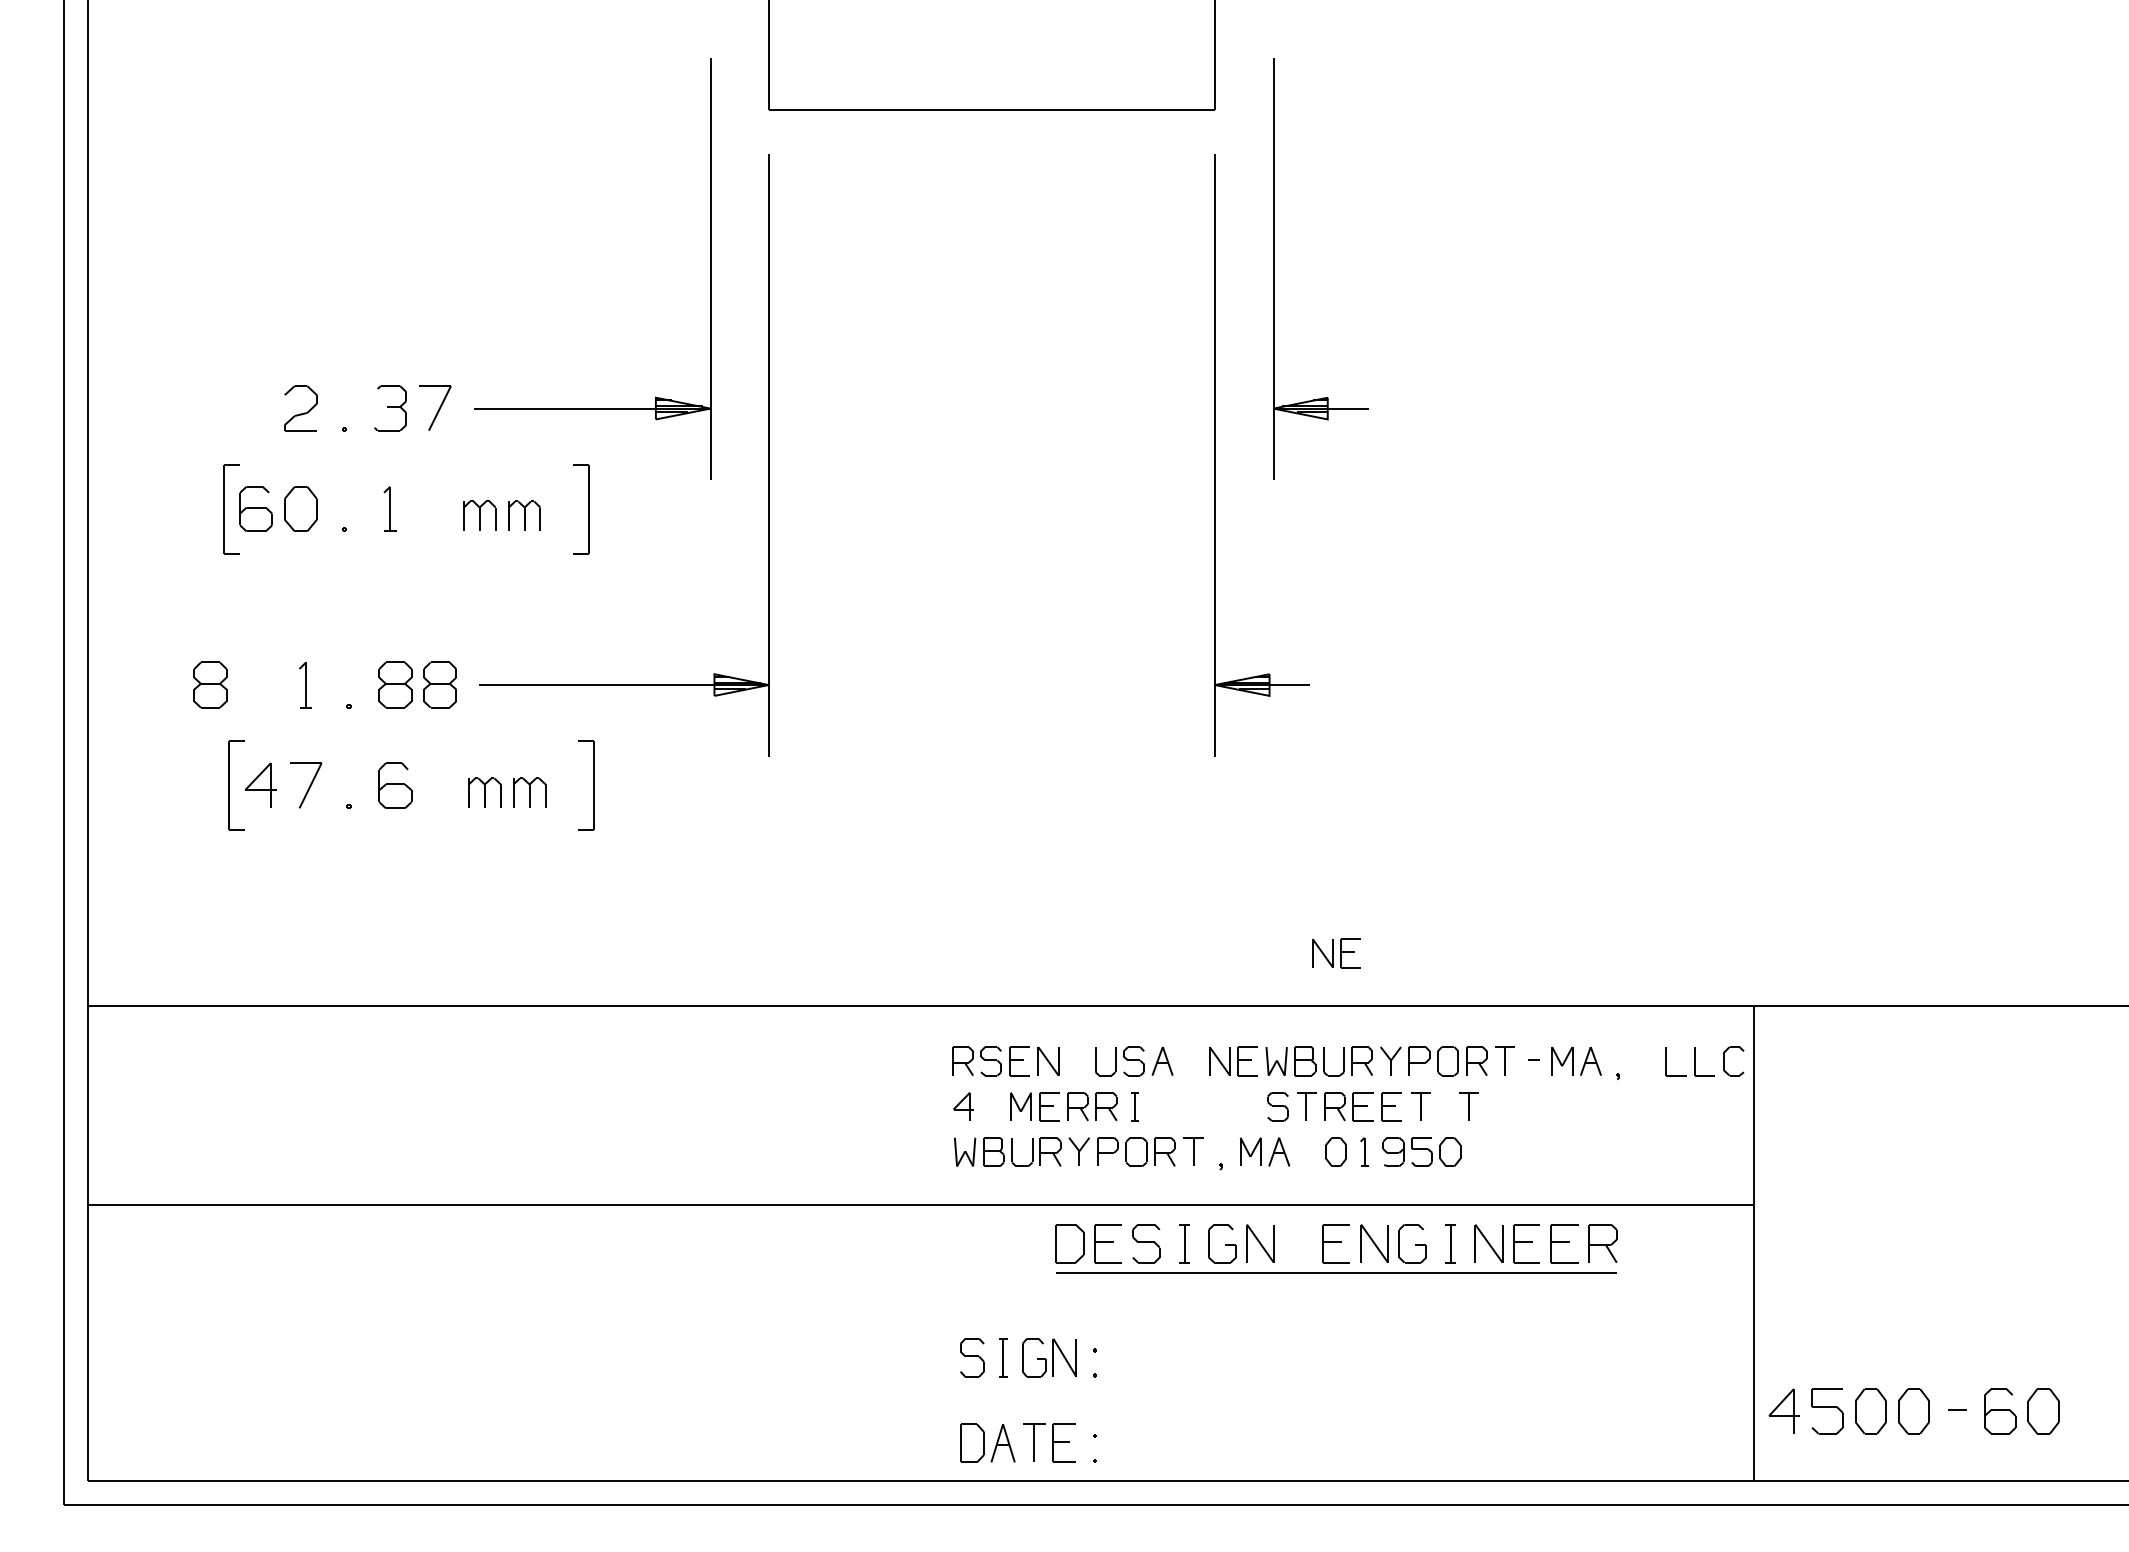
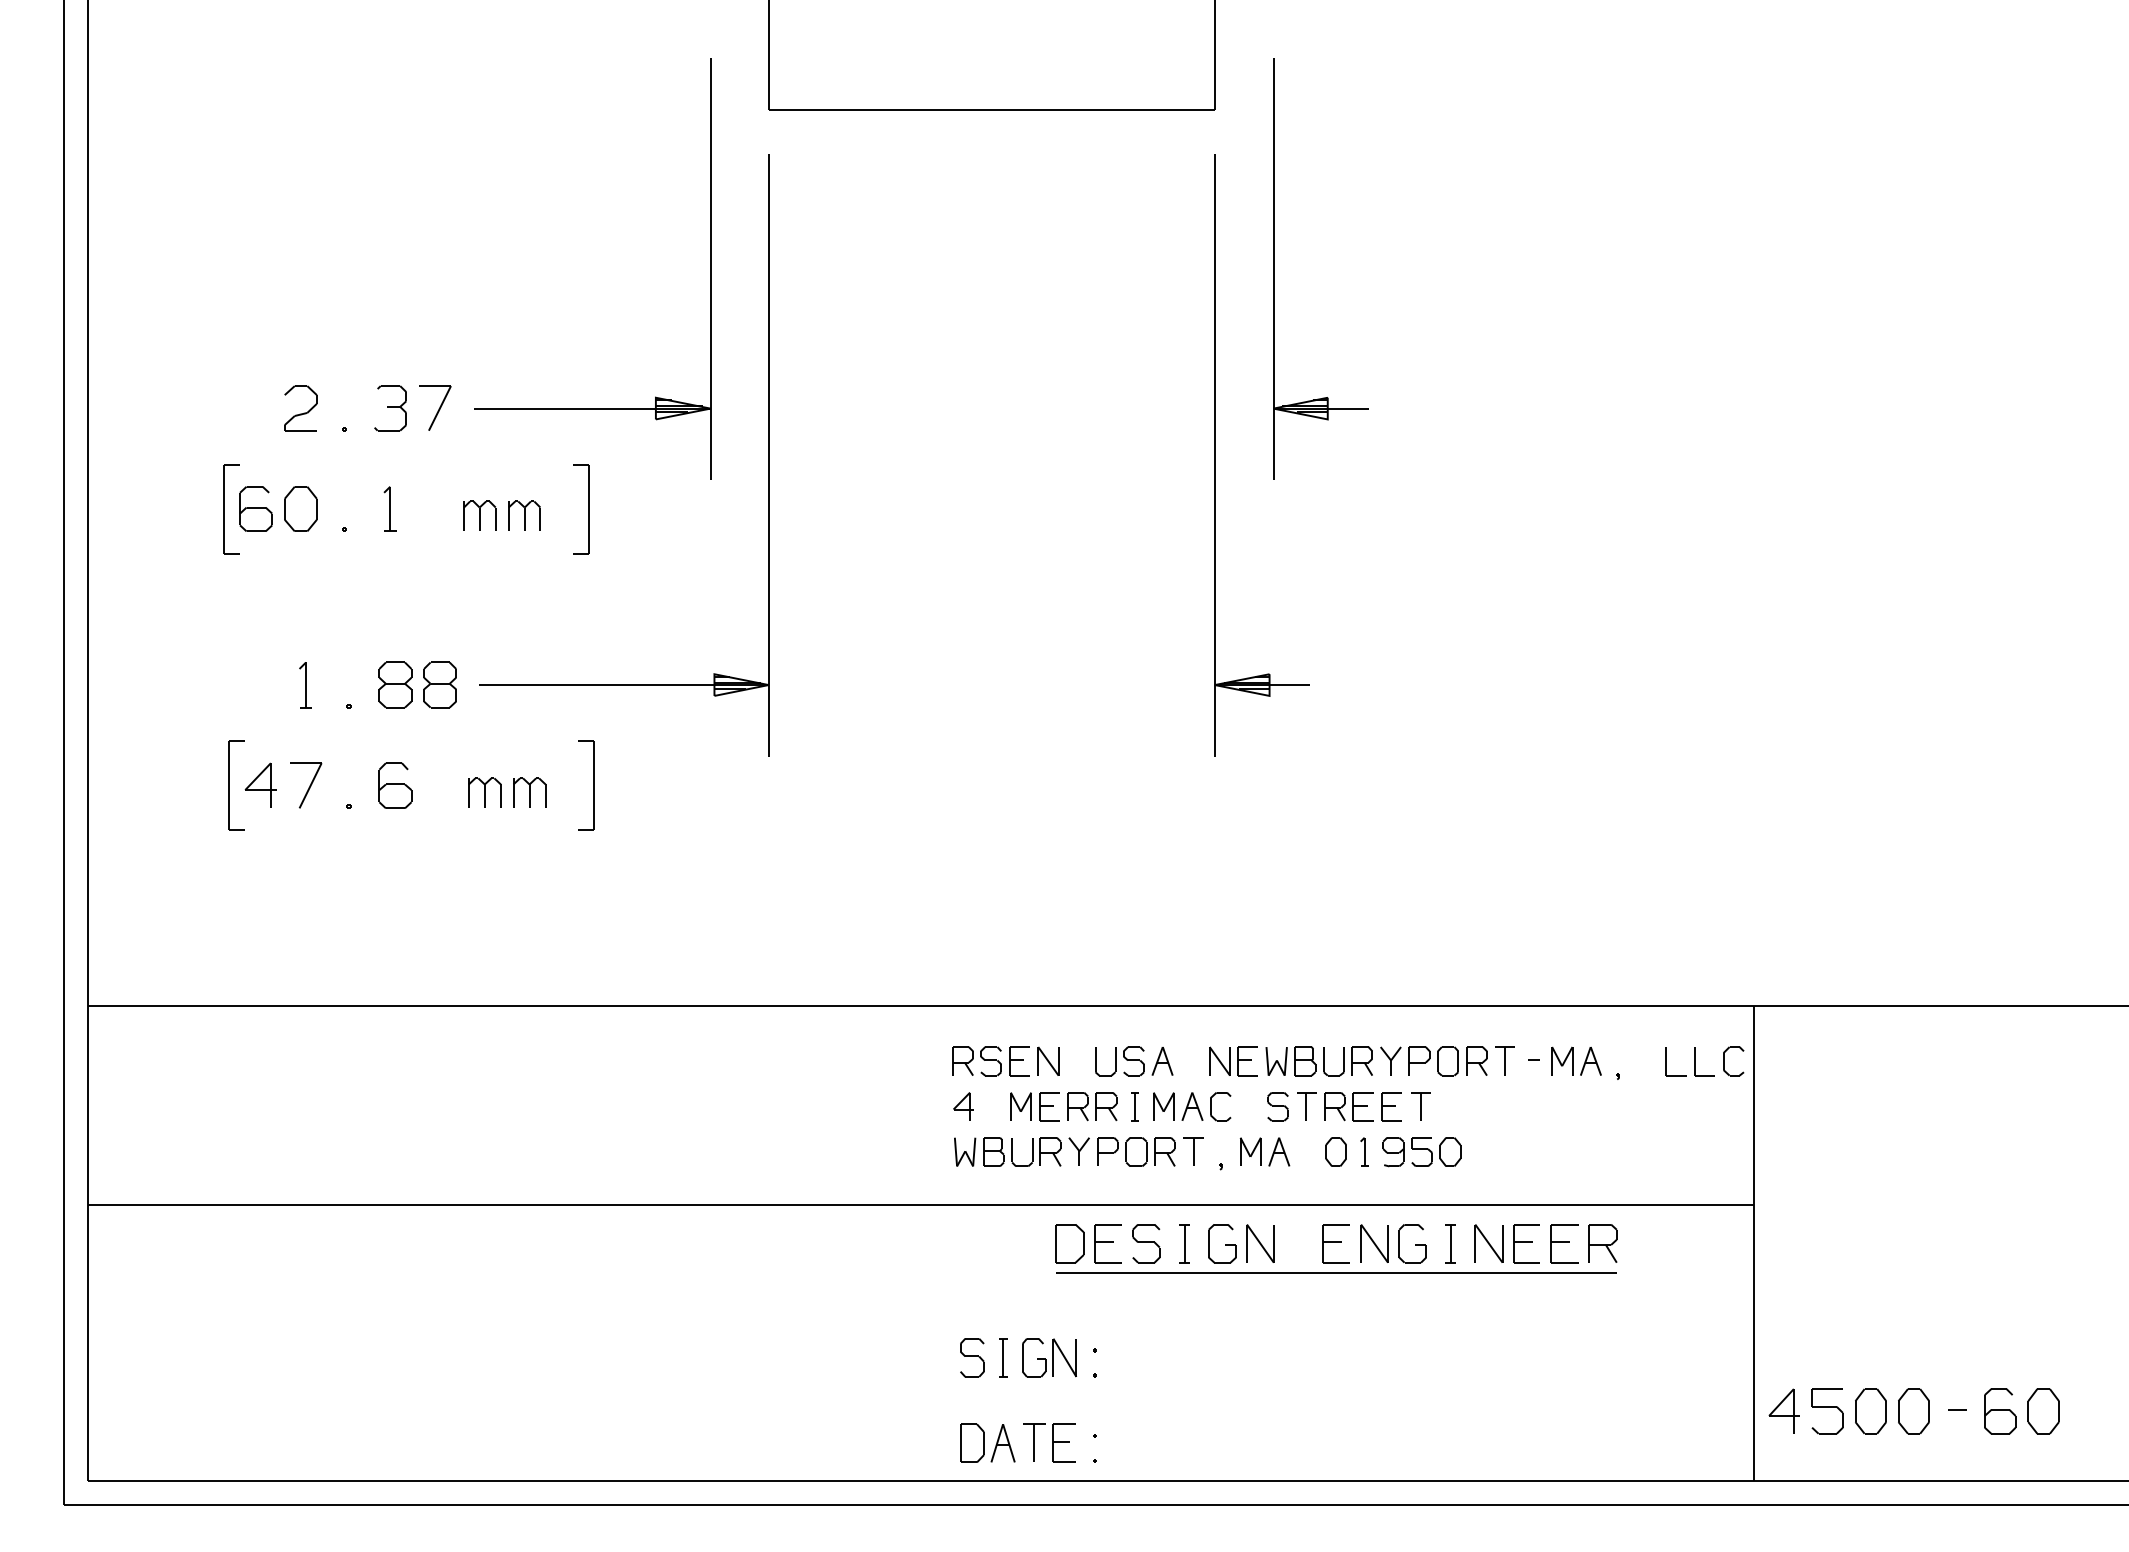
part at (210, 684): present -> none
part at (1336, 953): present -> none
part at (1192, 1106): none -> present
part at (1468, 1106): present -> none
